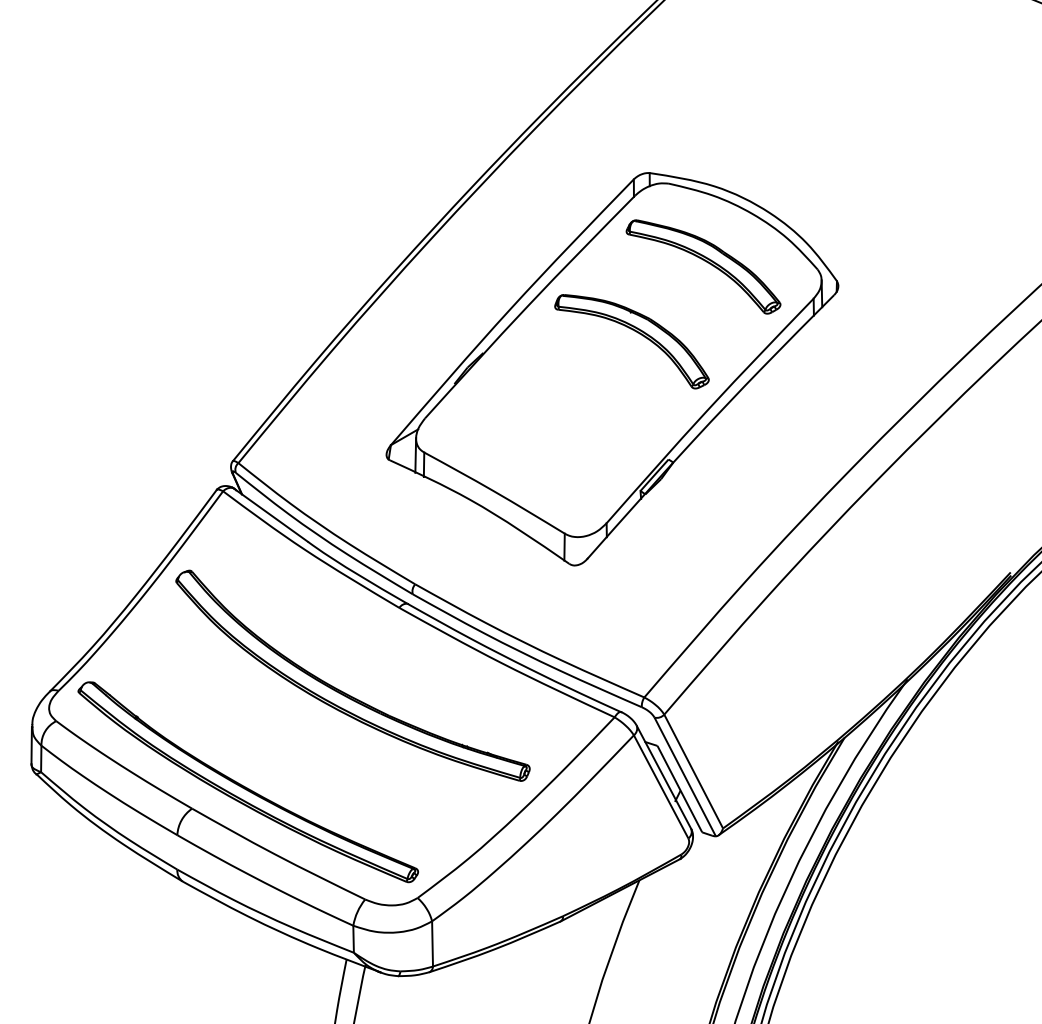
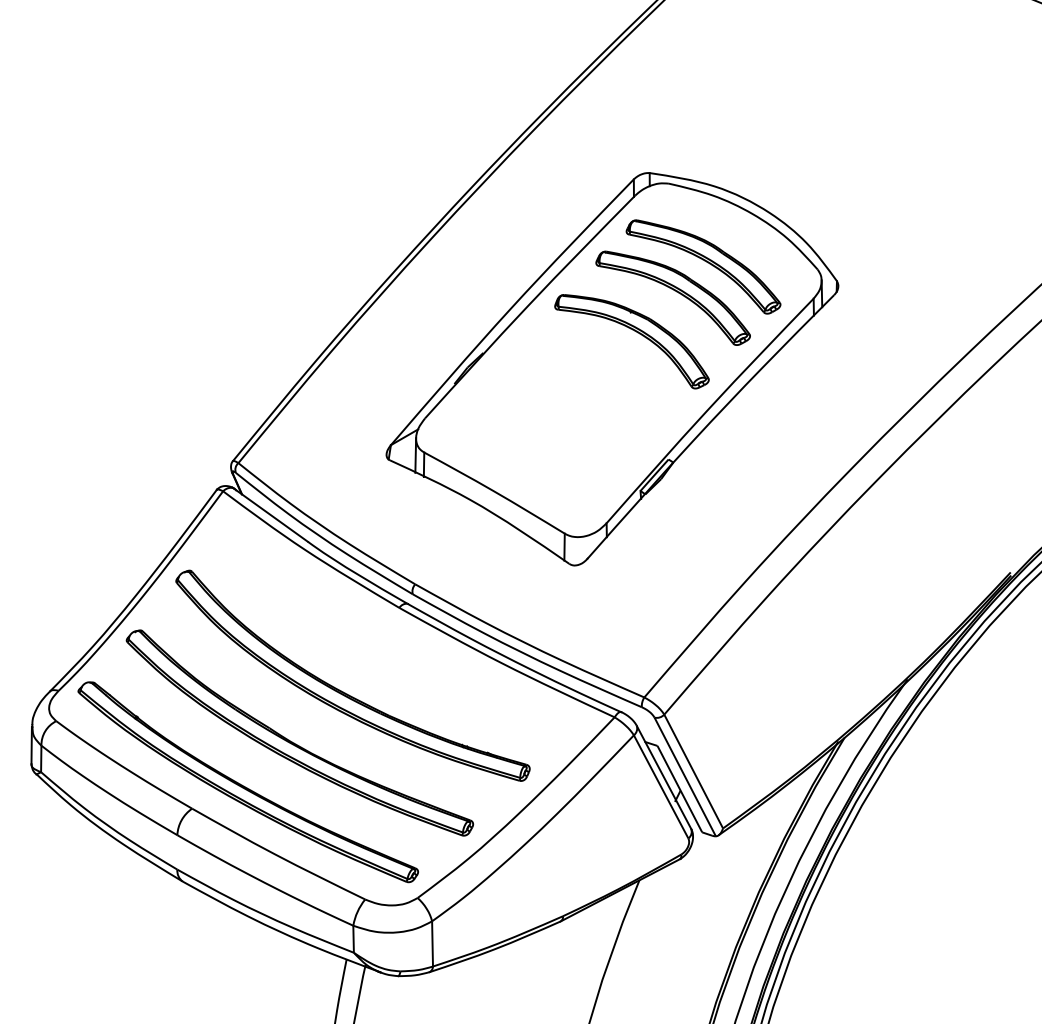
part at (674, 291): none -> present
part at (294, 742): none -> present
